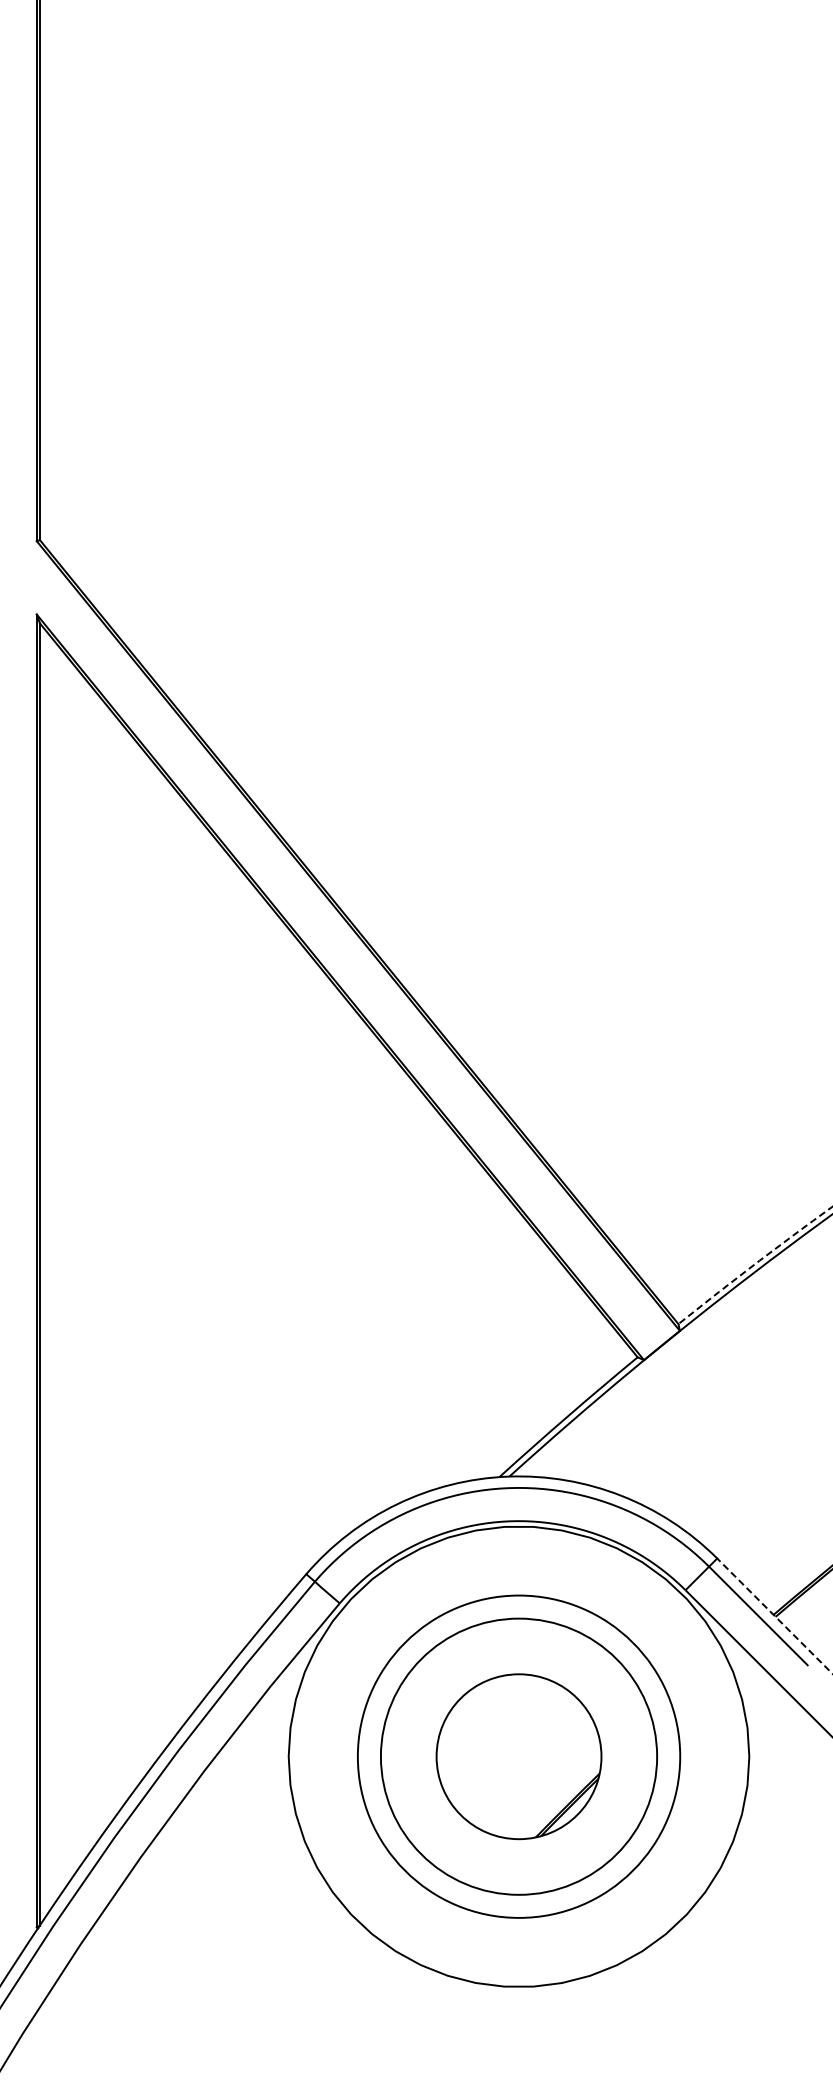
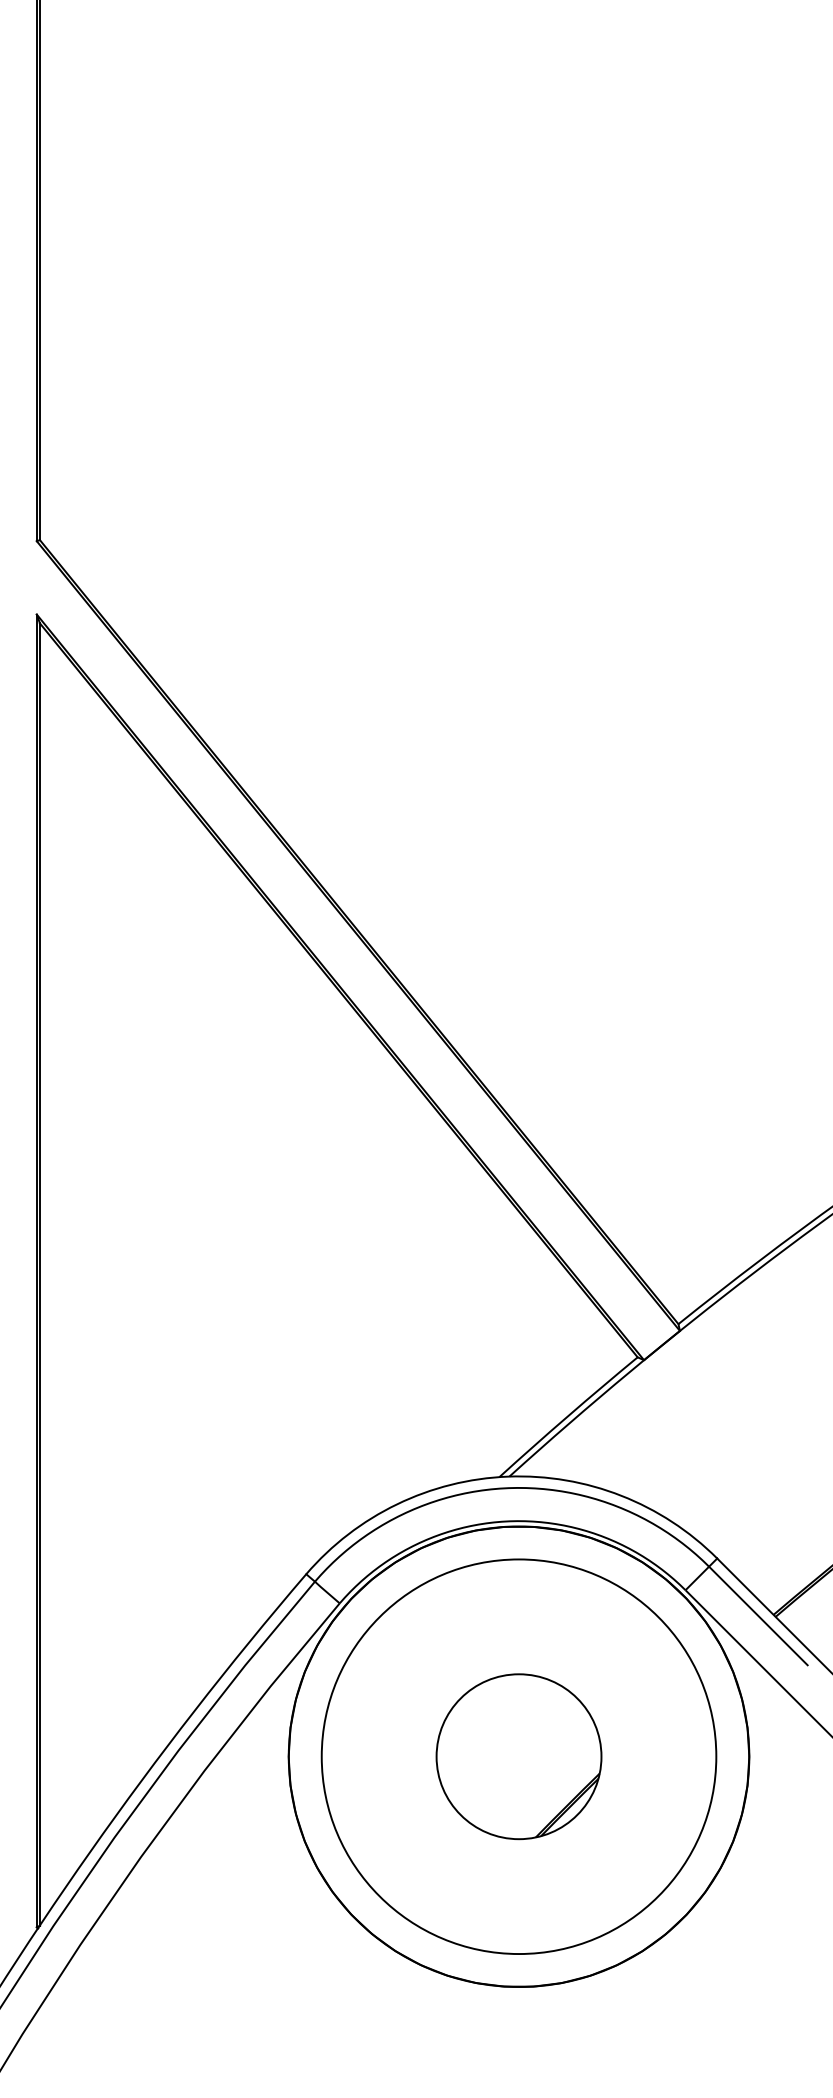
arc at (754, 1264): dashed -> solid
line at (774, 1615): dashed -> solid
circle at (518, 1756) diameter: 276 px -> 395 px
circle at (518, 1756) diameter: 322 px -> 461 px
